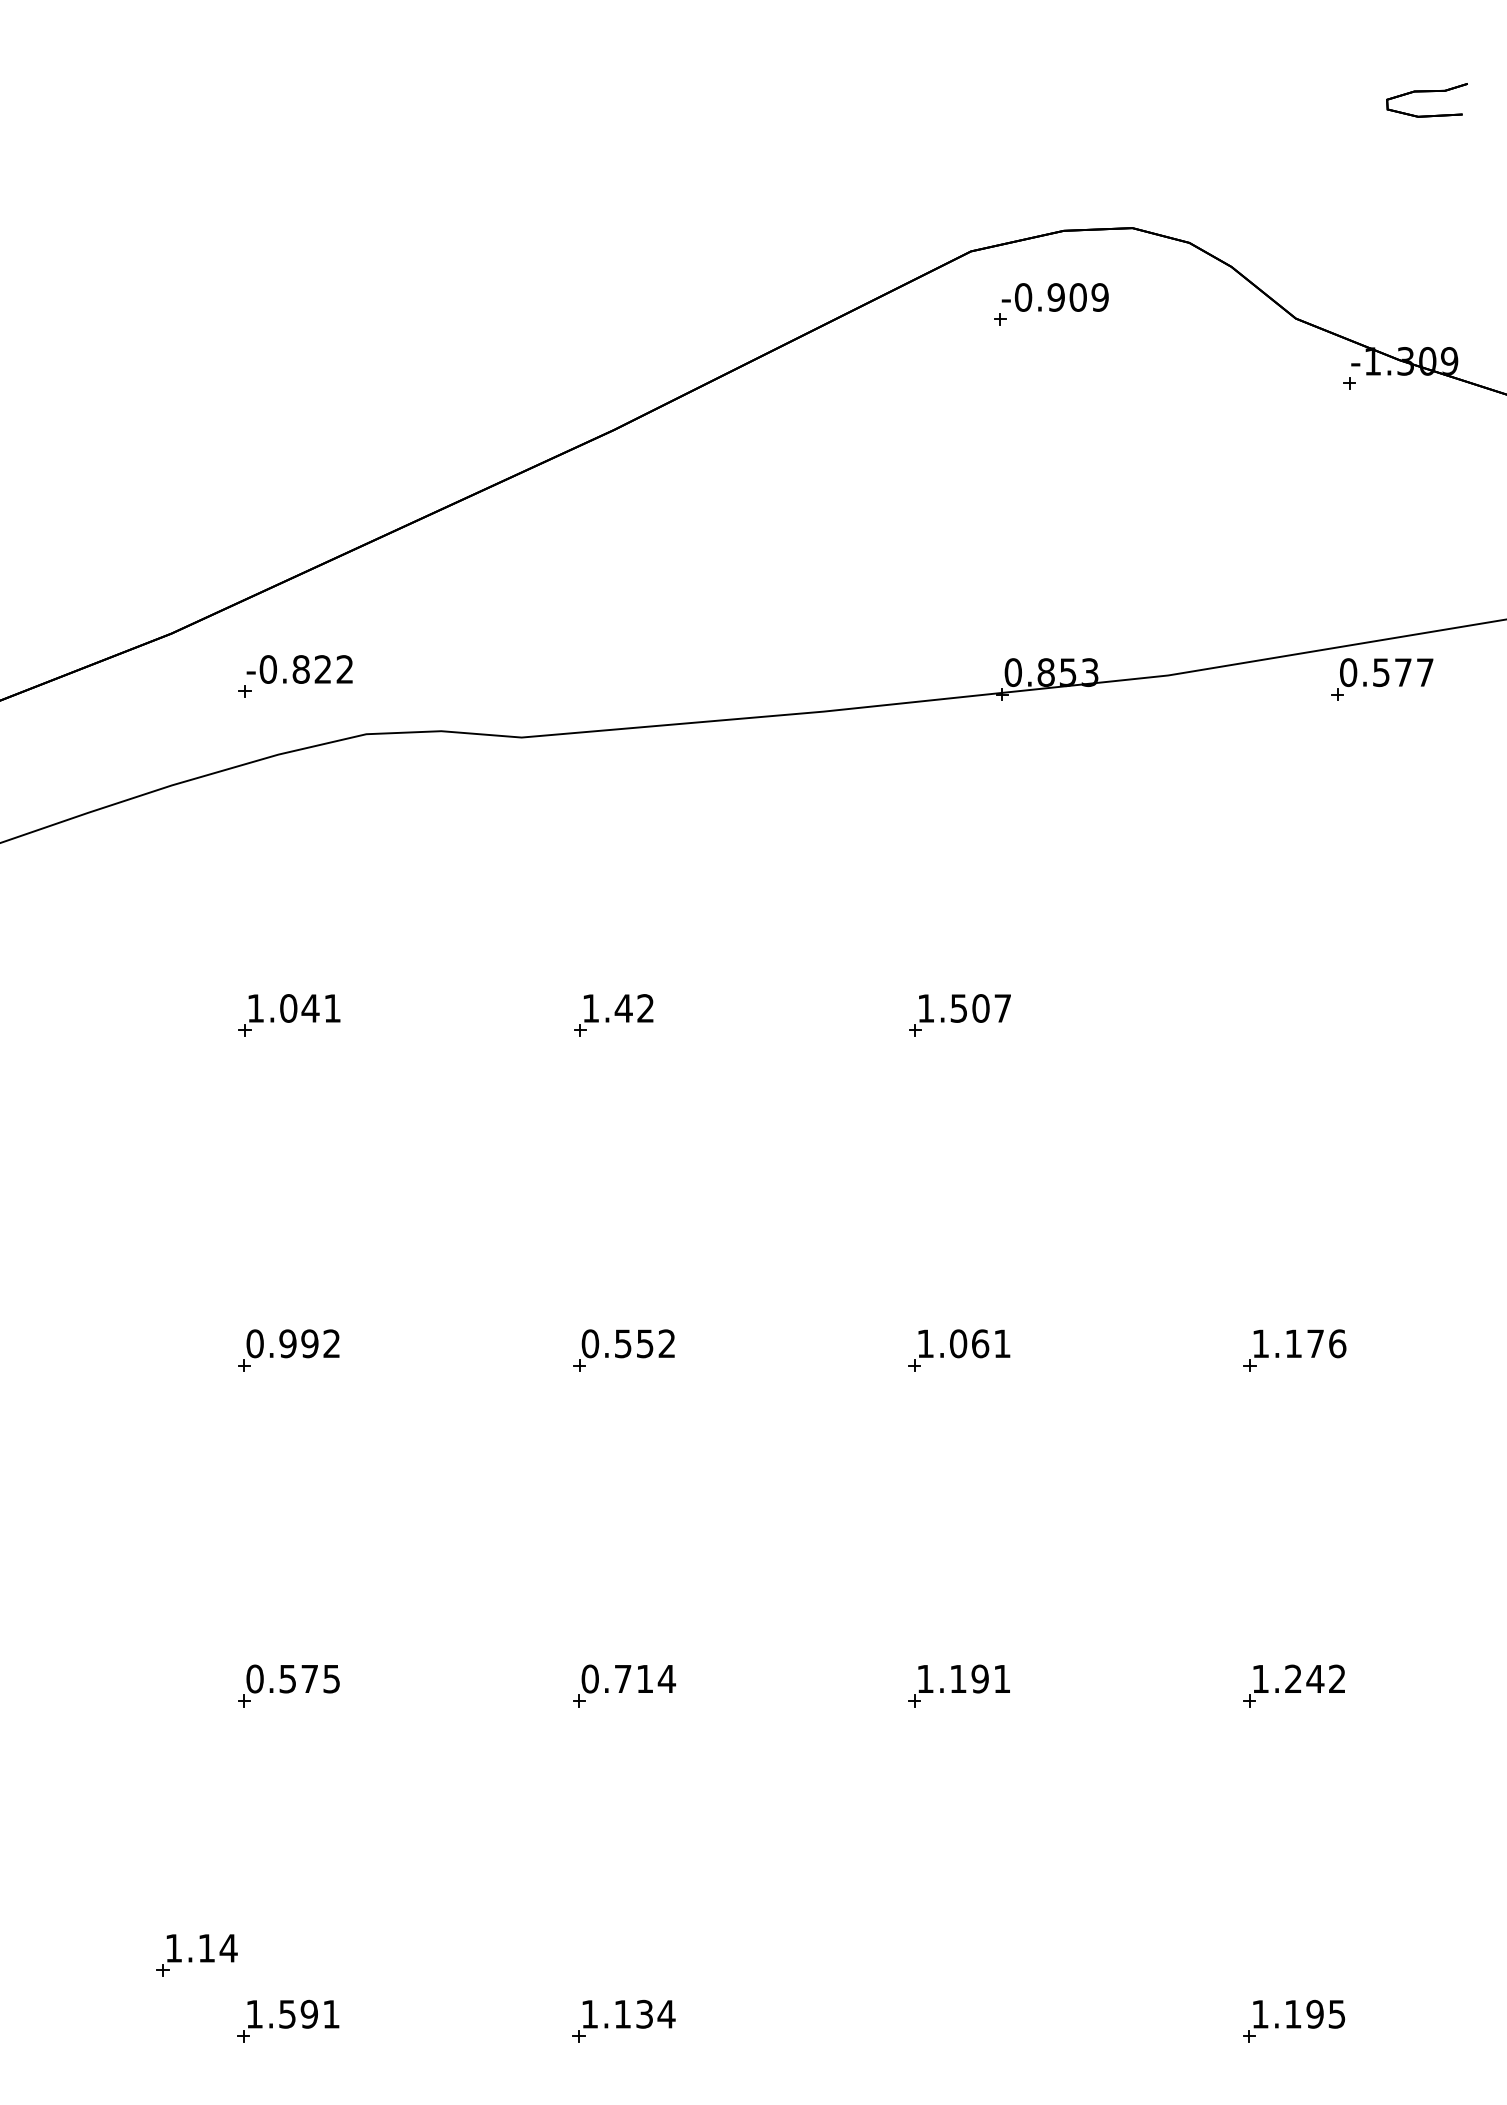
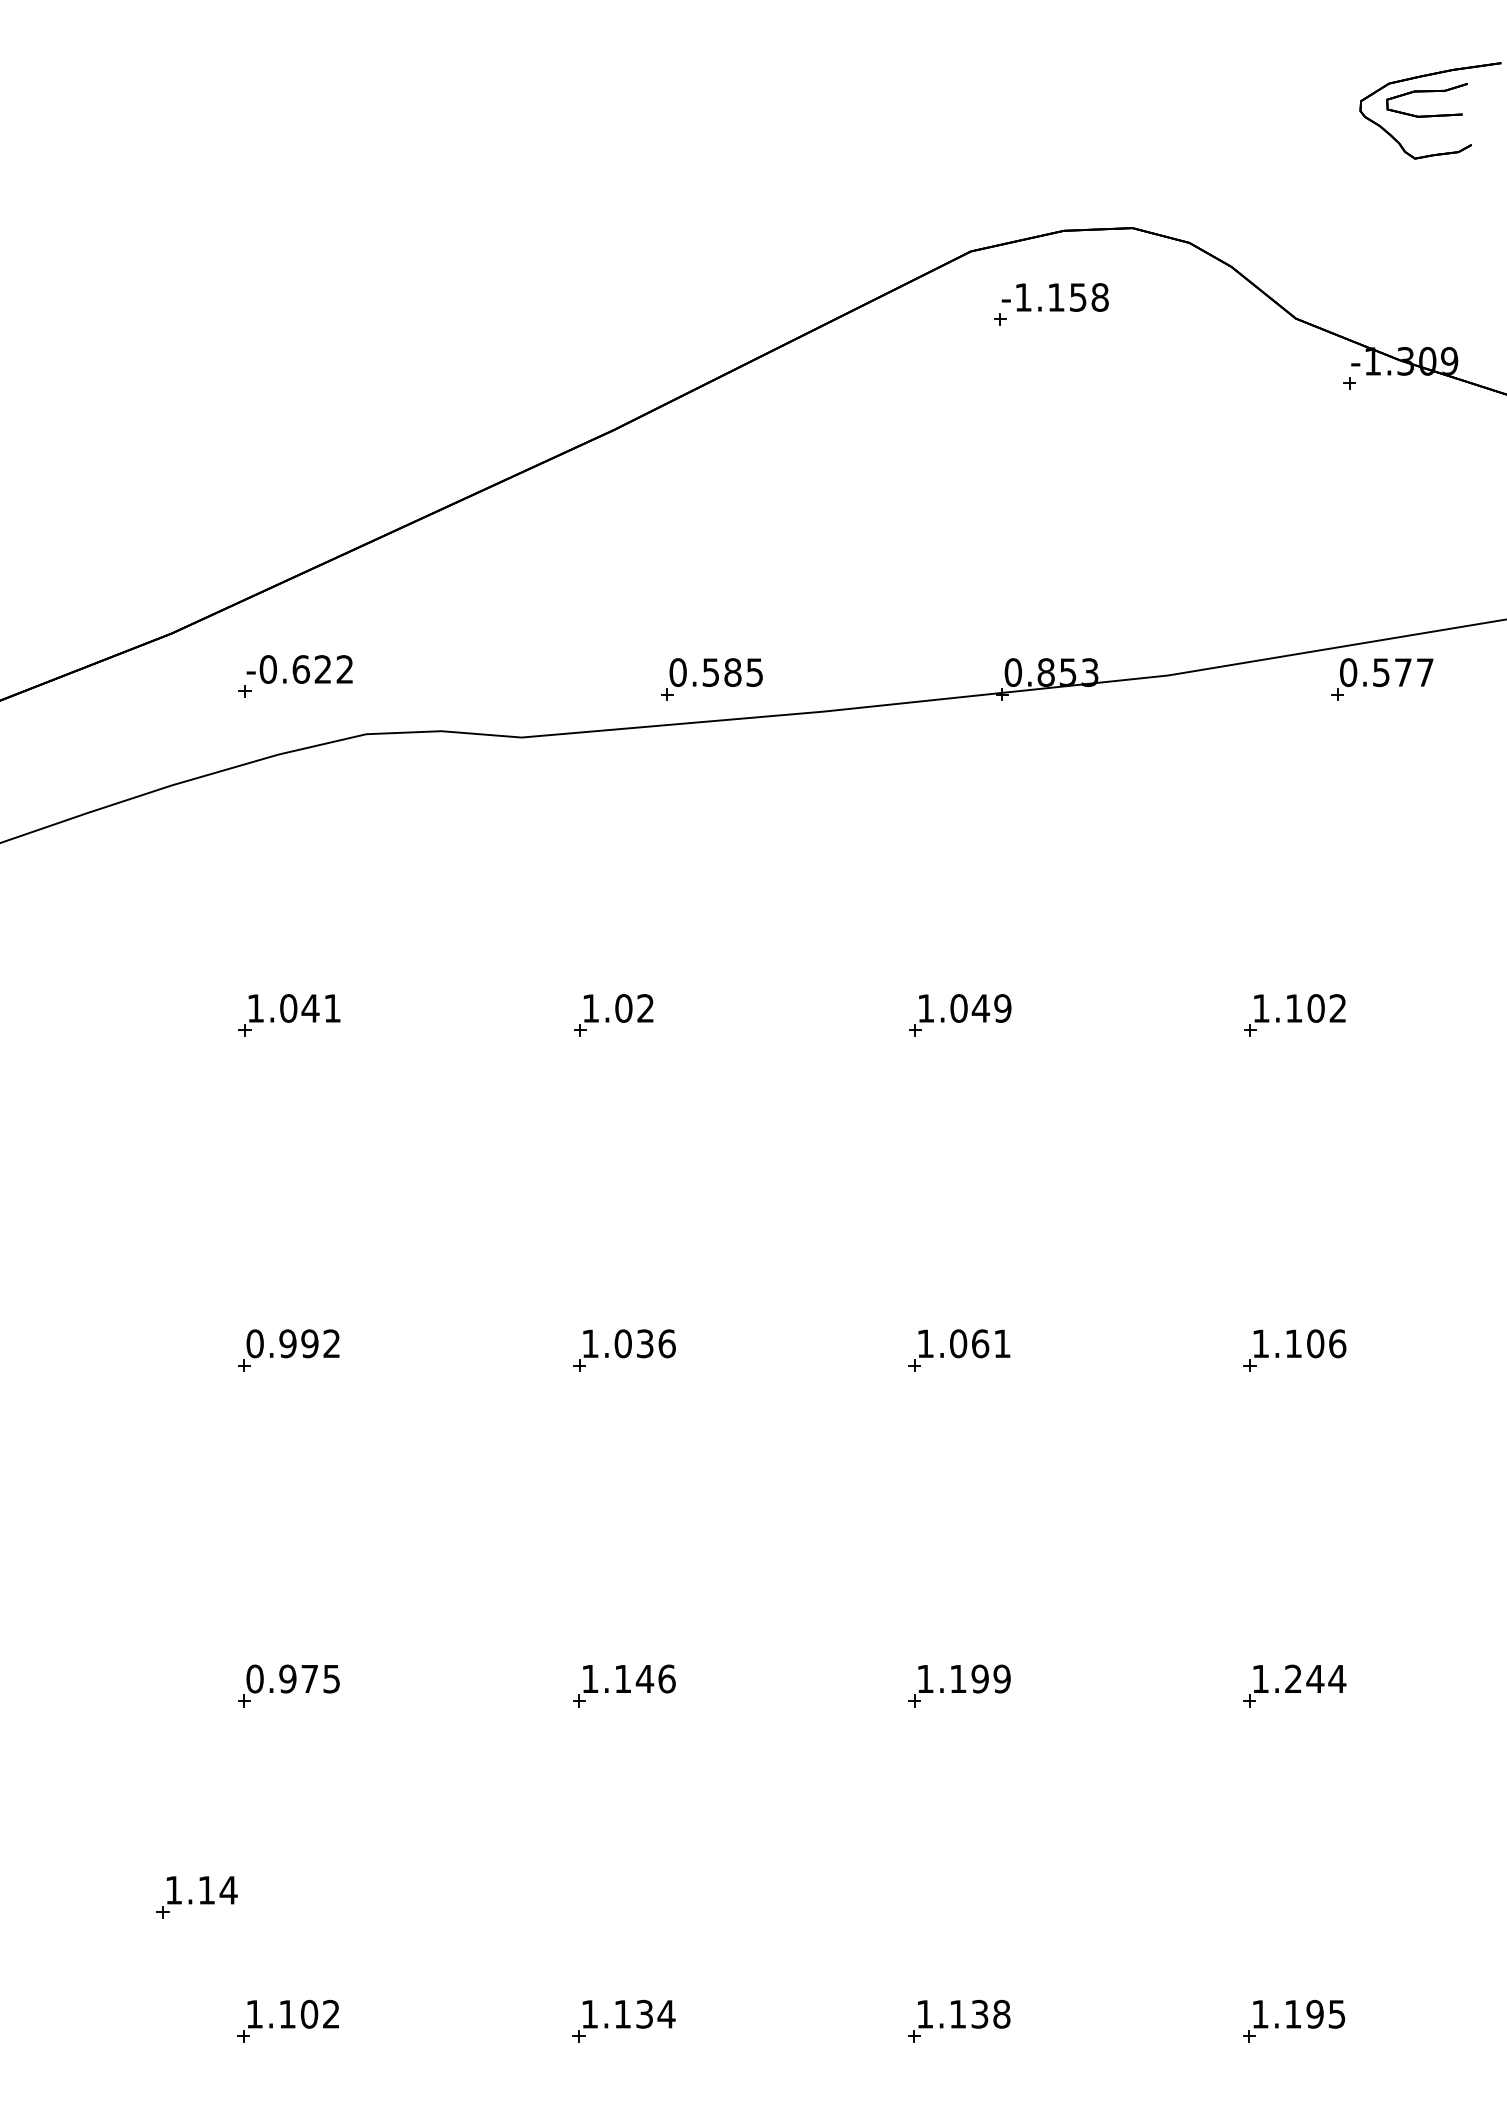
part at (1422, 77): none -> present
text at (1061, 297): -0.909 -> -1.158
text at (301, 669): -0.822 -> -0.622
part at (711, 679): none -> present
text at (623, 1008): 1.42 -> 1.02
text at (980, 1008): 1.507 -> 1.049
part at (1294, 1015): none -> present
text at (628, 1343): 0.552 -> 1.036
text at (1315, 1343): 1.176 -> 1.106
text at (287, 1678): 0.575 -> 0.975
text at (628, 1678): 0.714 -> 1.146
text at (1001, 1678): 1.191 -> 1.199
text at (1337, 1678): 1.242 -> 1.244
part at (196, 1955) position: (196, 1955) -> (196, 1897)
text at (309, 2013): 1.591 -> 1.102
part at (959, 2020): none -> present
